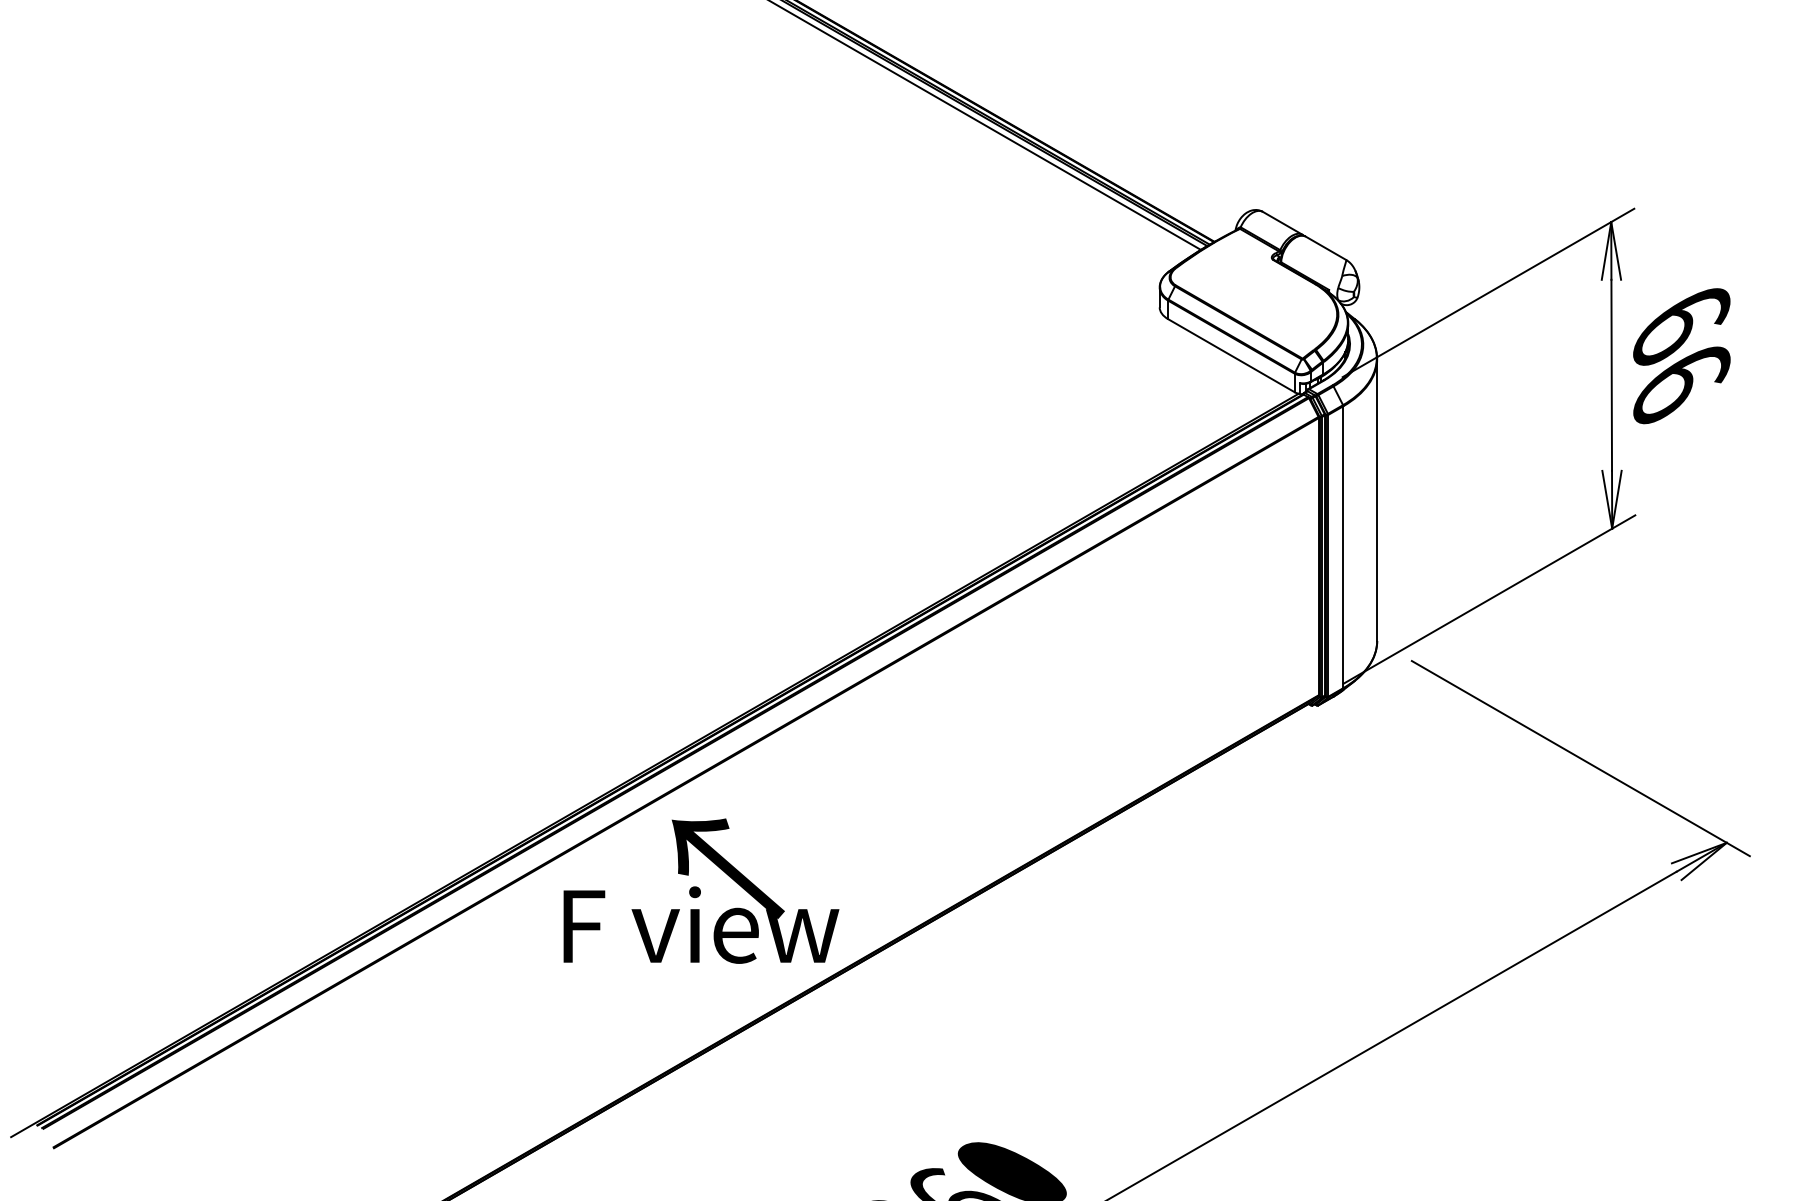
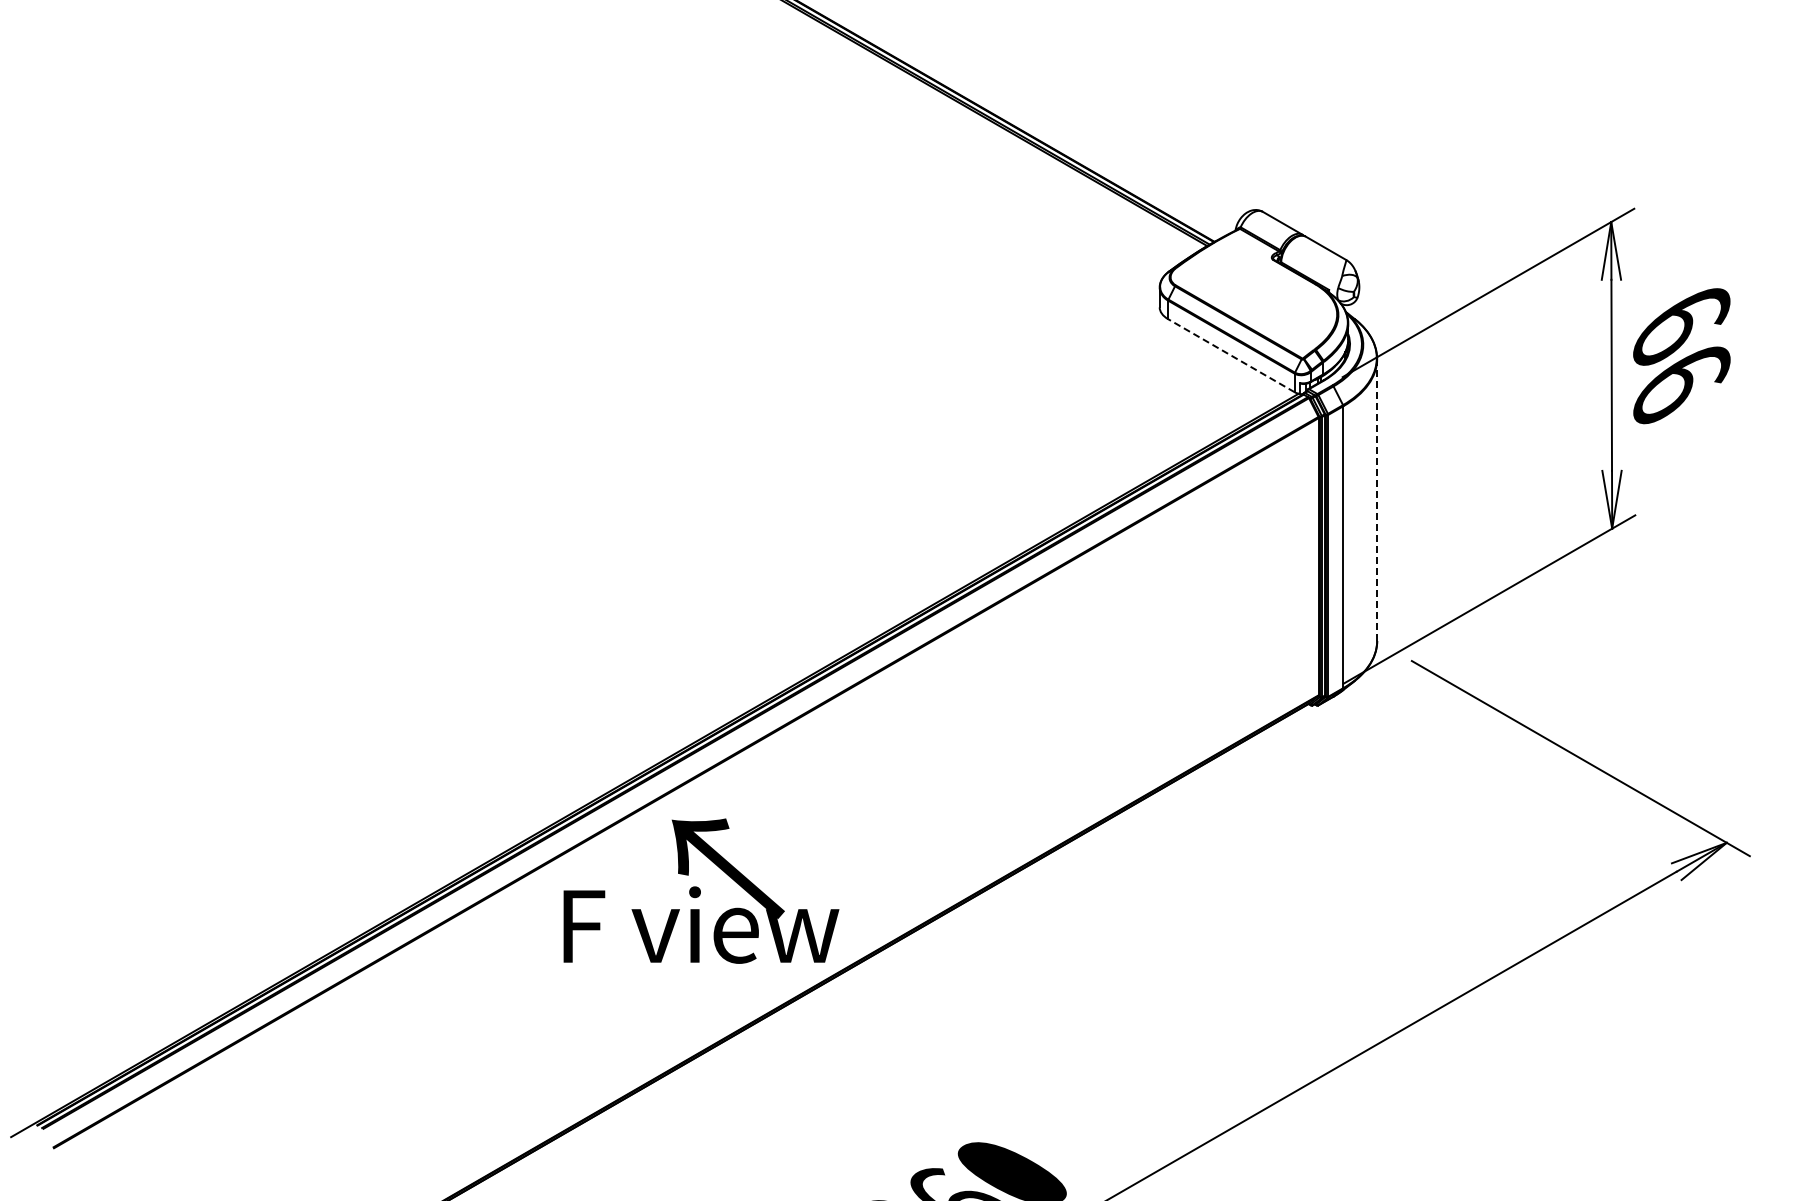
line at (986, 125): present -> none
line at (1231, 355): solid -> dashed
line at (1377, 500): solid -> dashed
